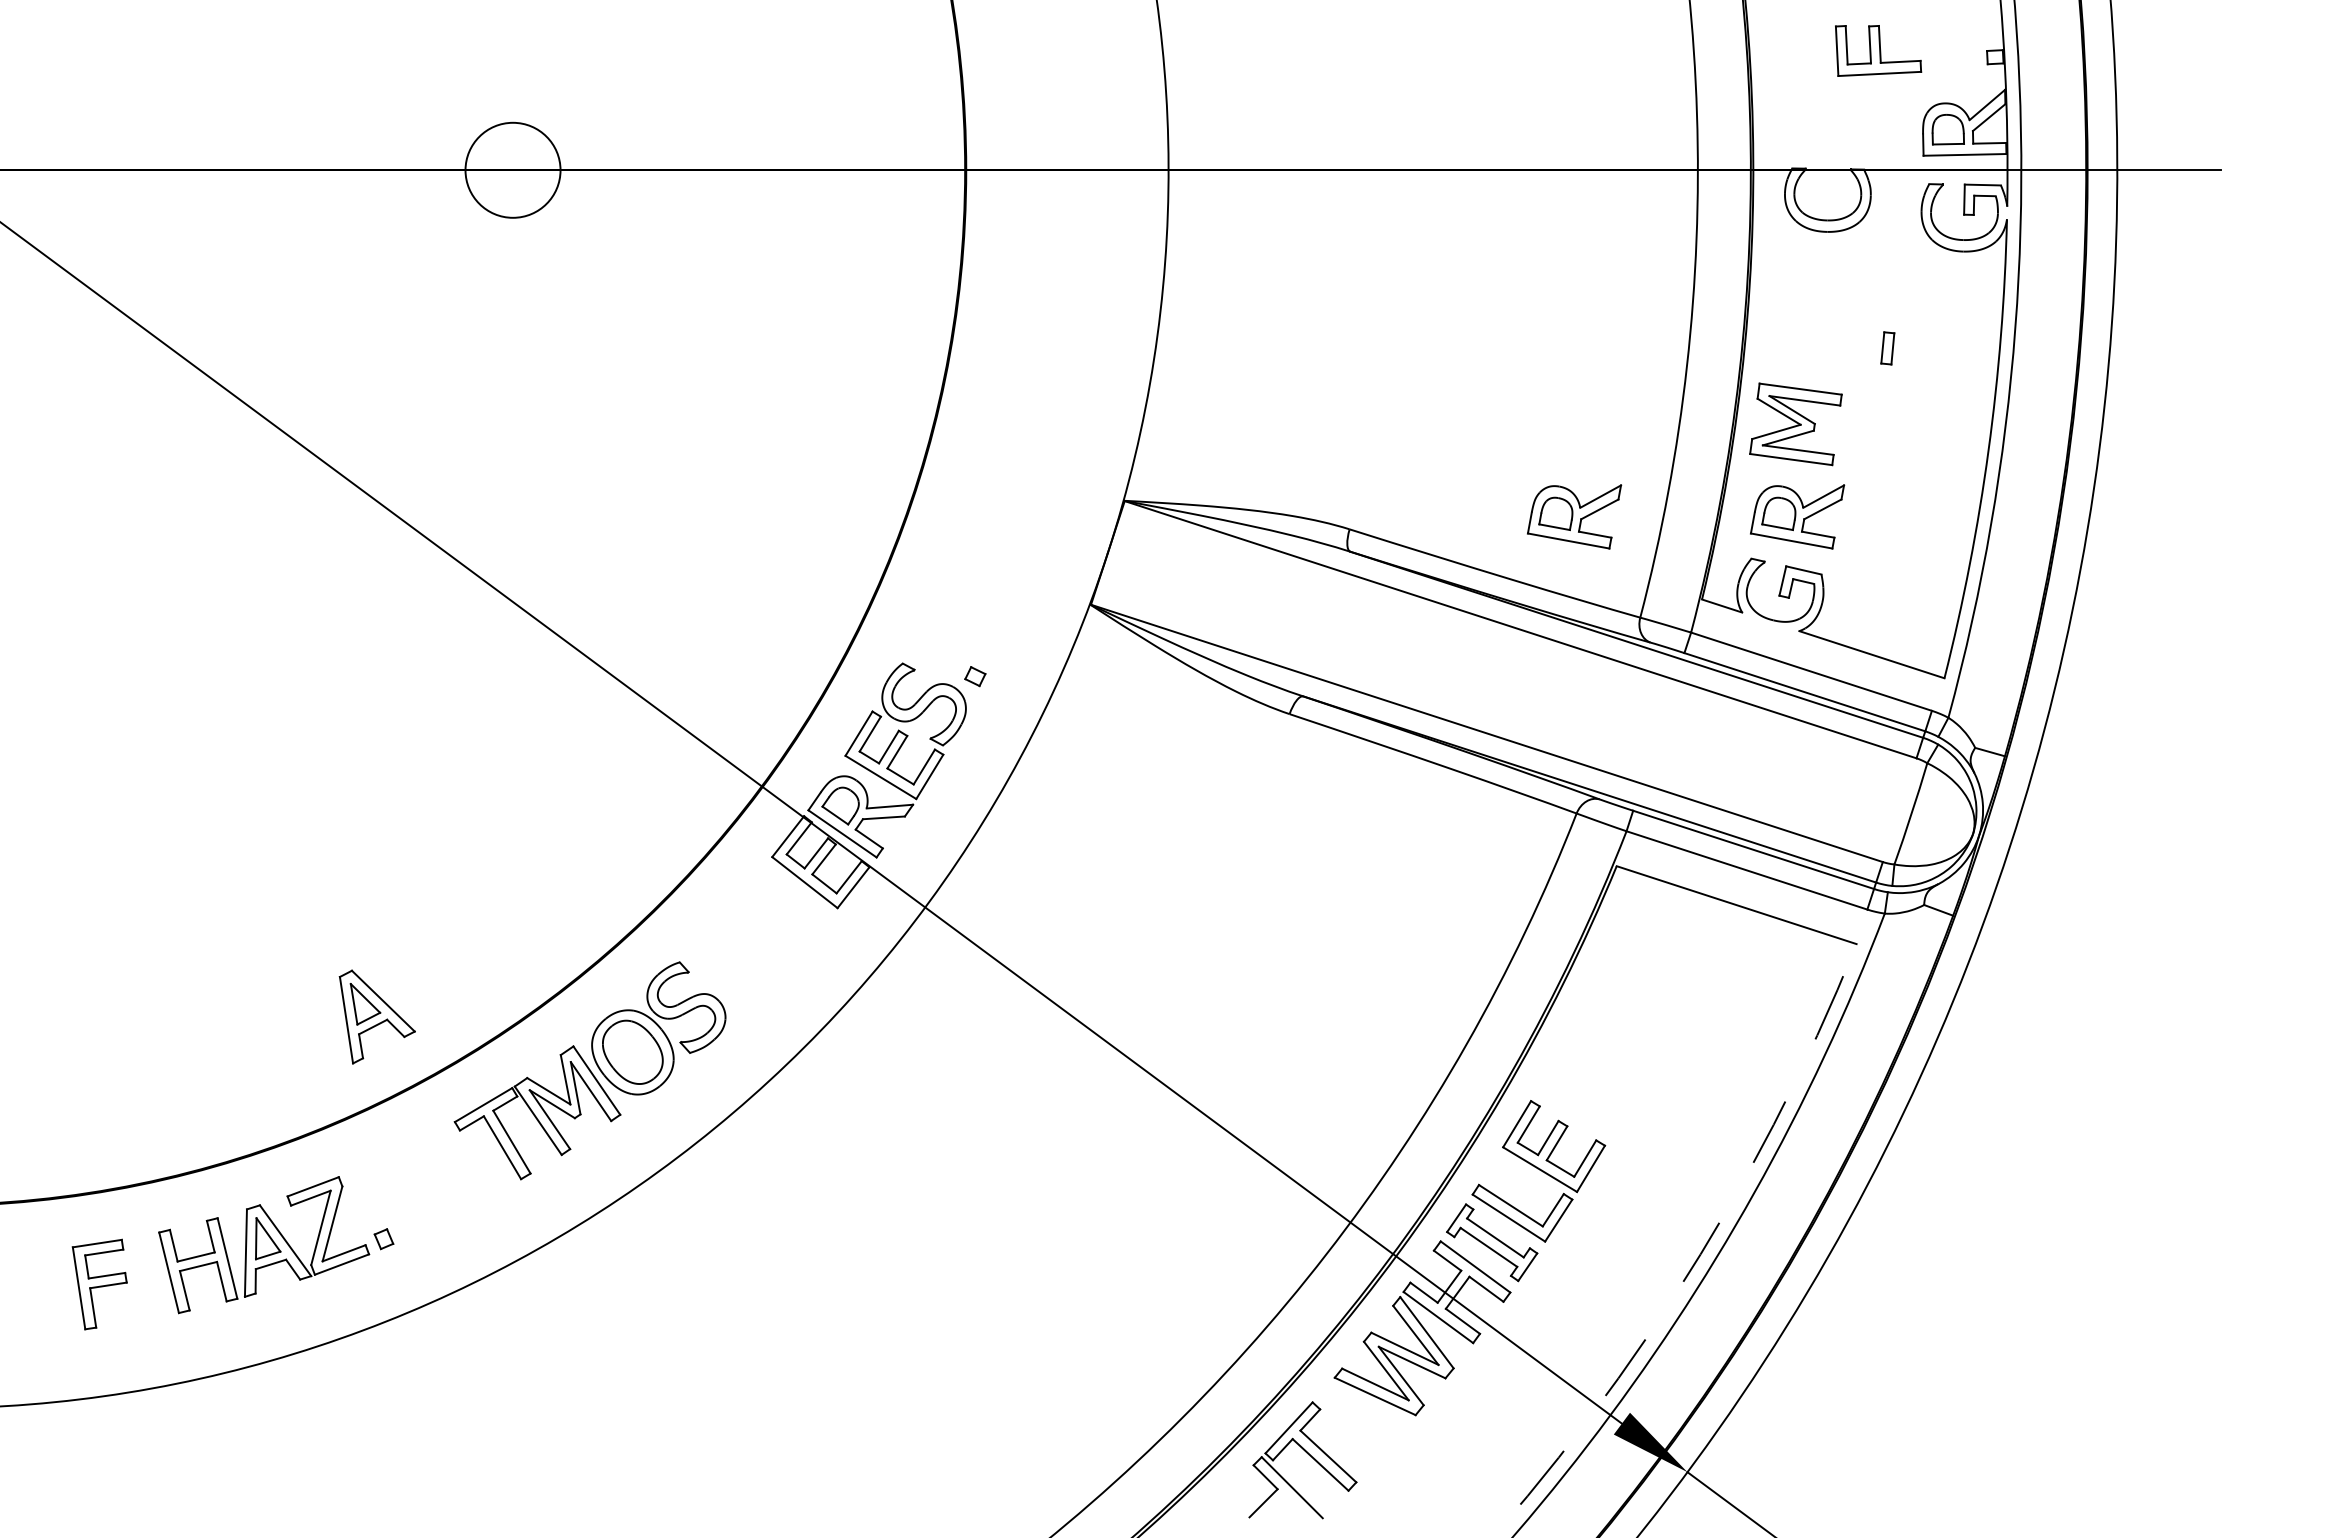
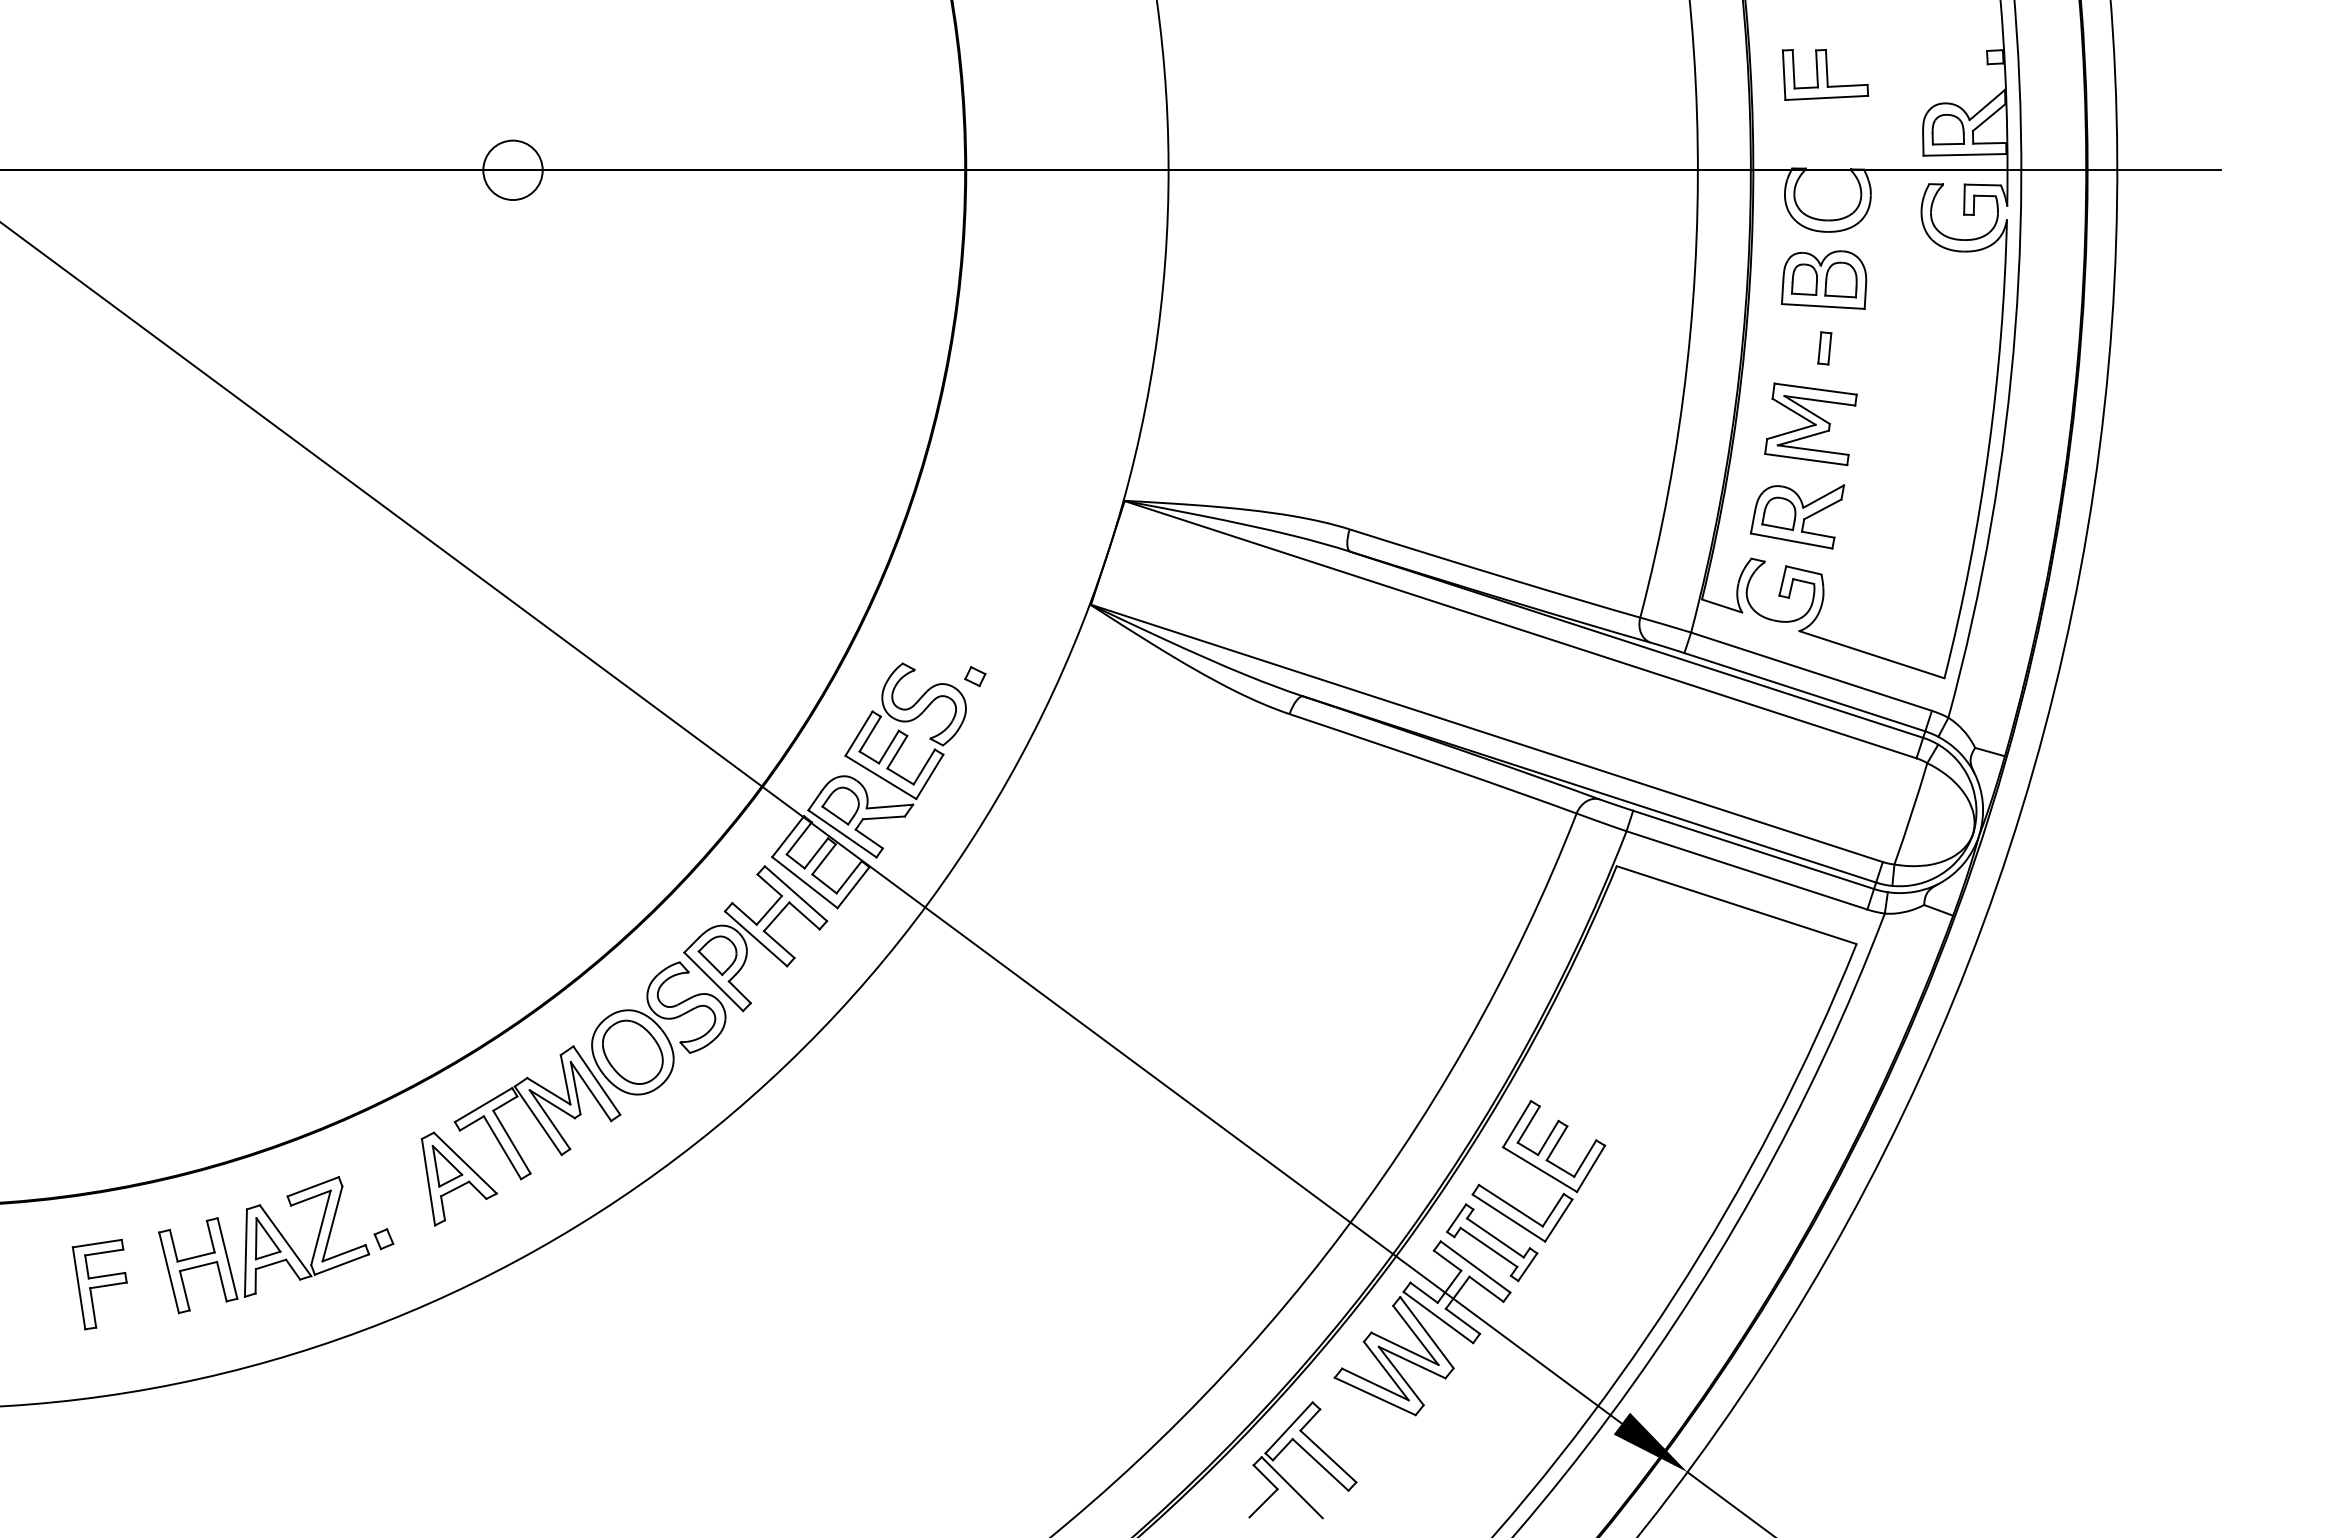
part at (1878, 50) position: (1878, 50) -> (1825, 74)
circle at (512, 169) diameter: 95 px -> 59 px
part at (1824, 279): none -> present
part at (1887, 348) position: (1887, 348) -> (1824, 348)
part at (1795, 424) position: (1795, 424) -> (1810, 424)
part at (1574, 516): present -> none
part at (755, 938): none -> present
part at (376, 1016) position: (376, 1016) -> (458, 1178)
arc at (1699, 1256): dashed -> solid
